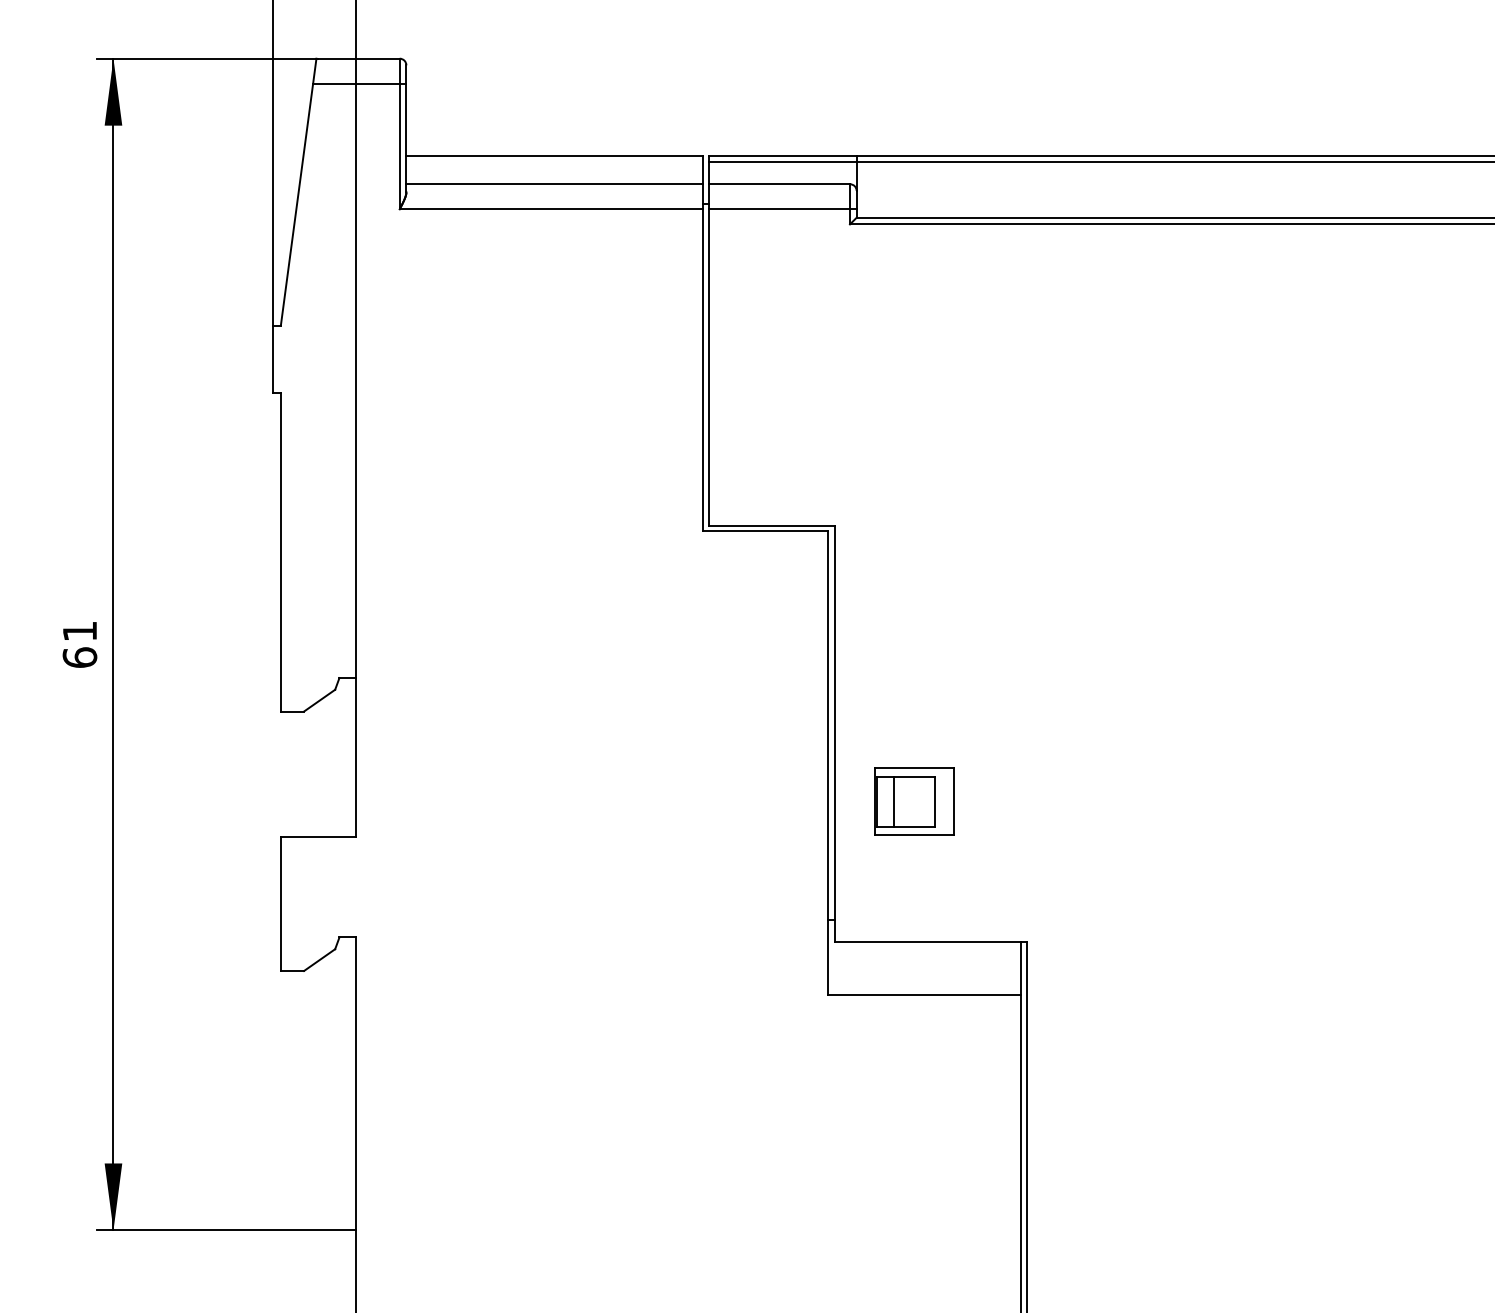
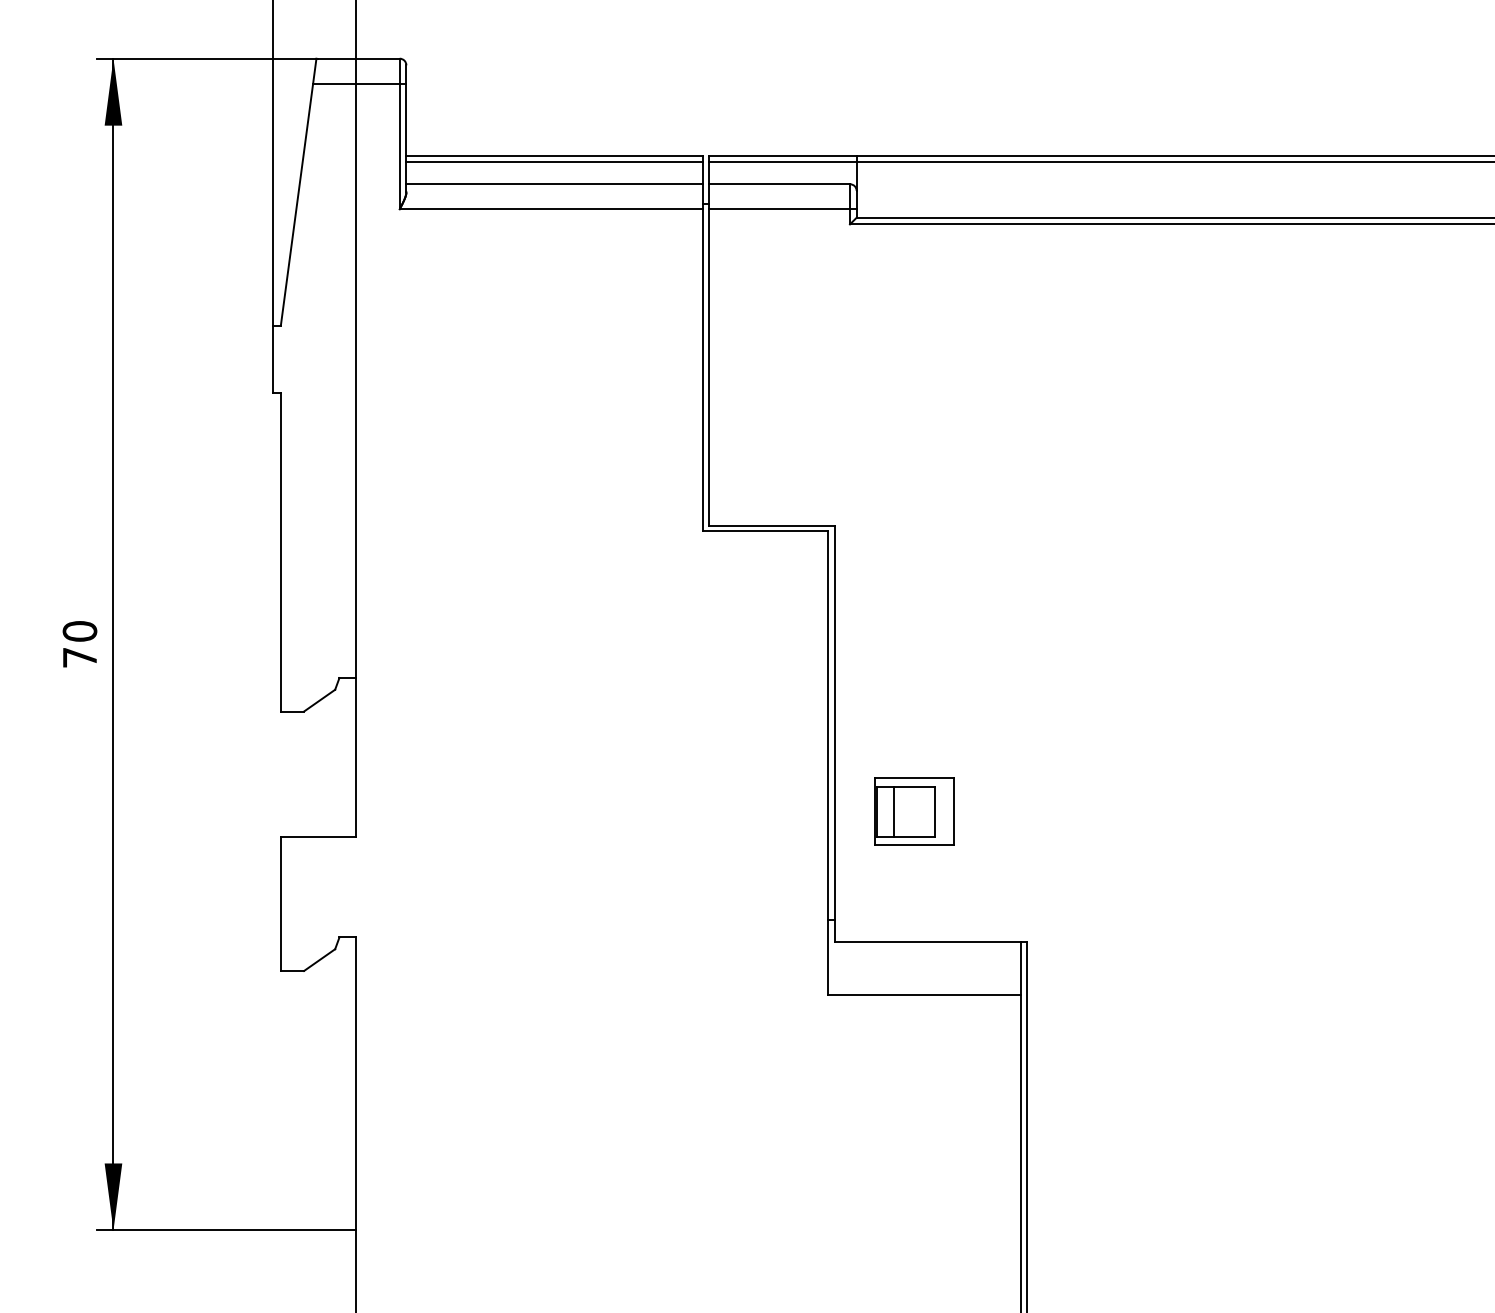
line at (554, 162): none -> present
text at (79, 644): 61 -> 70
part at (914, 801) position: (914, 801) -> (914, 811)
